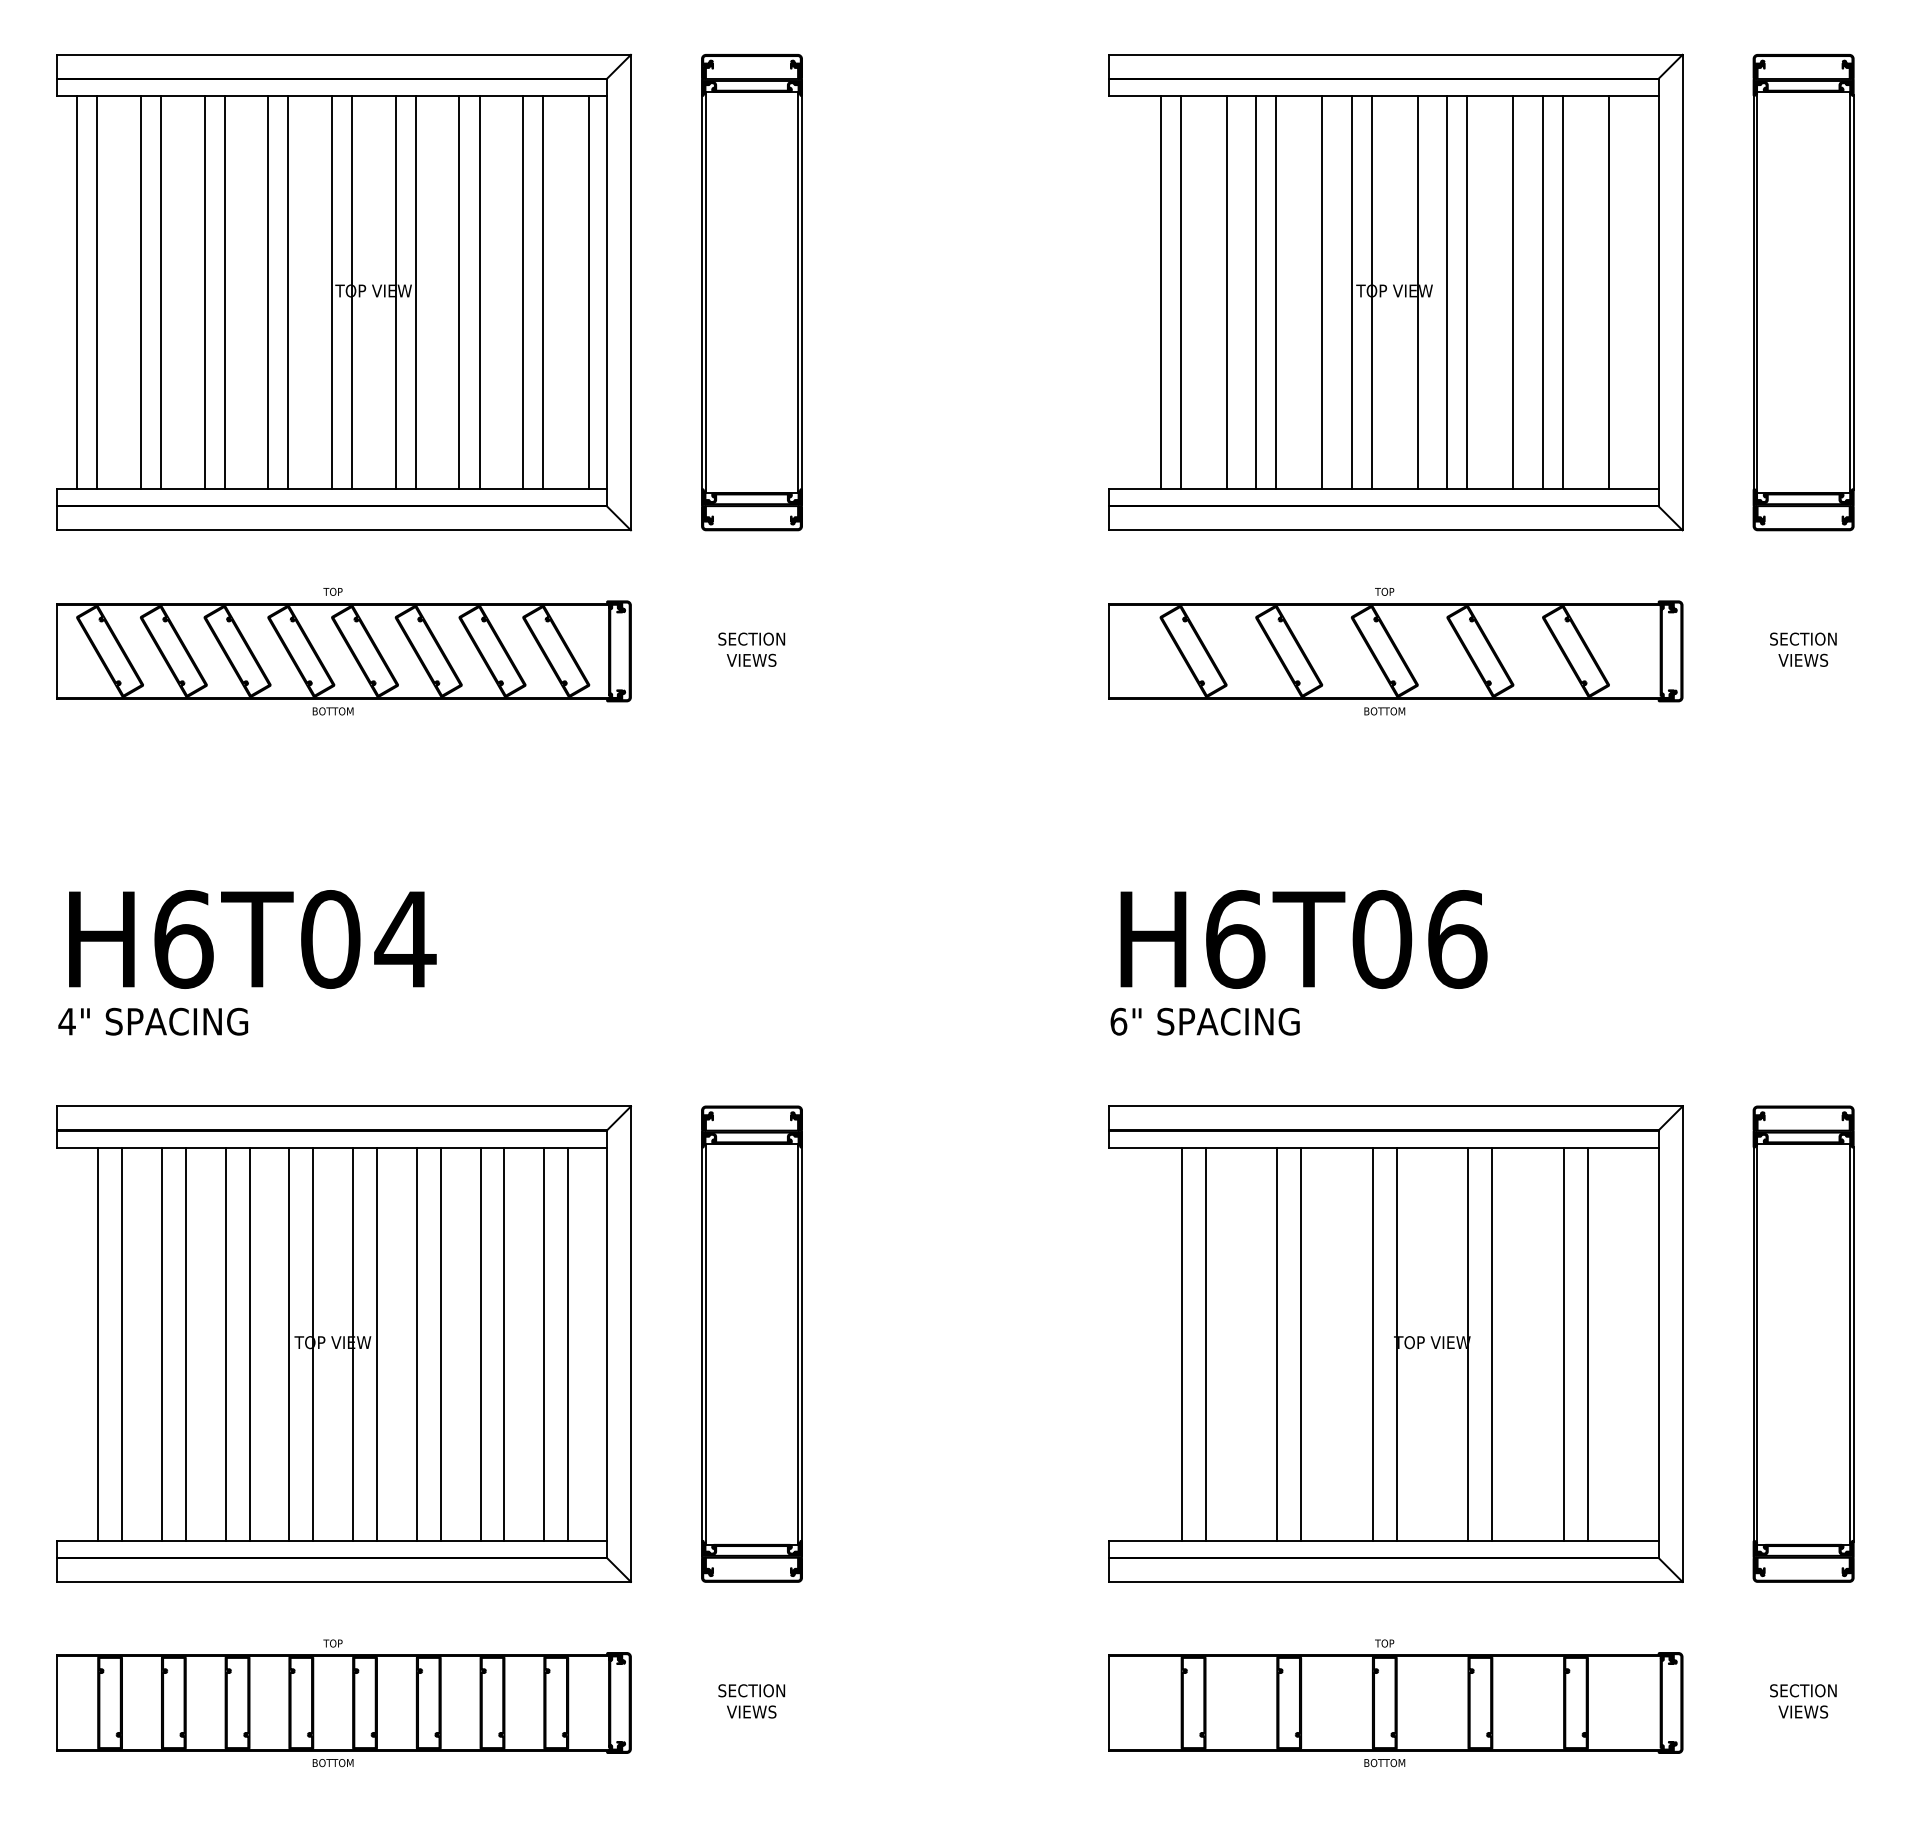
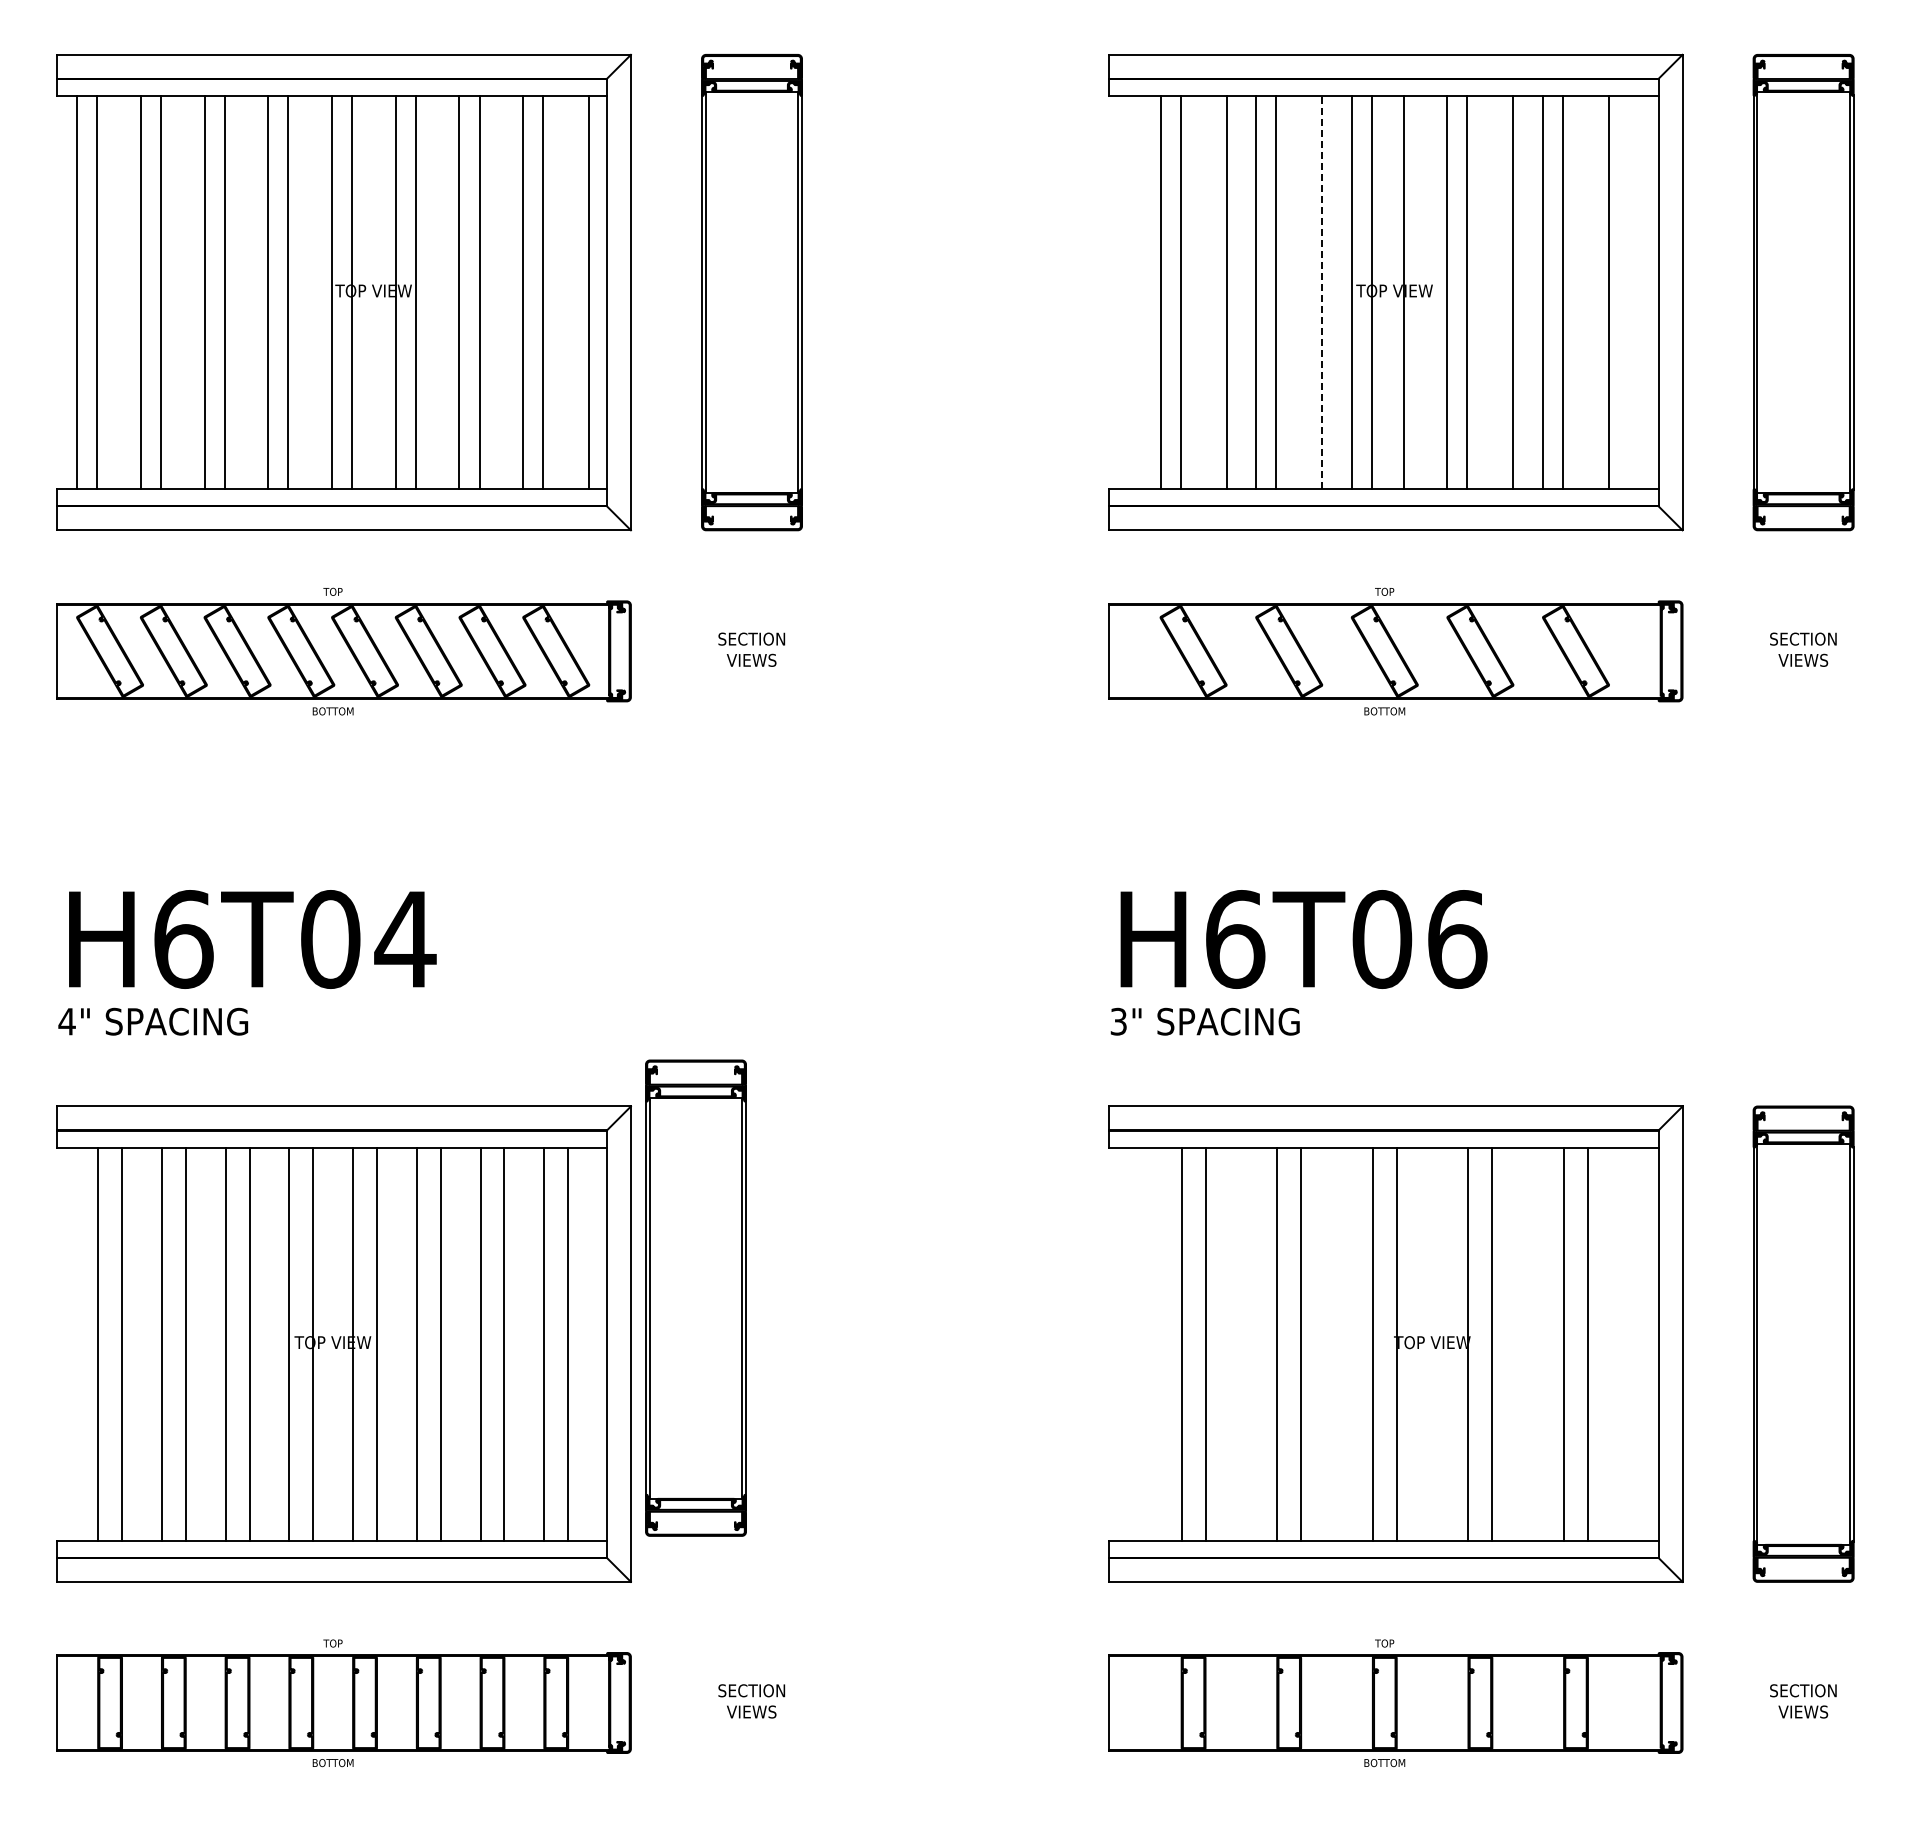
line at (1322, 292): solid -> dashed
line at (1417, 292) position: (1417, 292) -> (1403, 292)
text at (1118, 1021): 6" -> 3"
part at (751, 1343) position: (751, 1343) -> (695, 1297)
